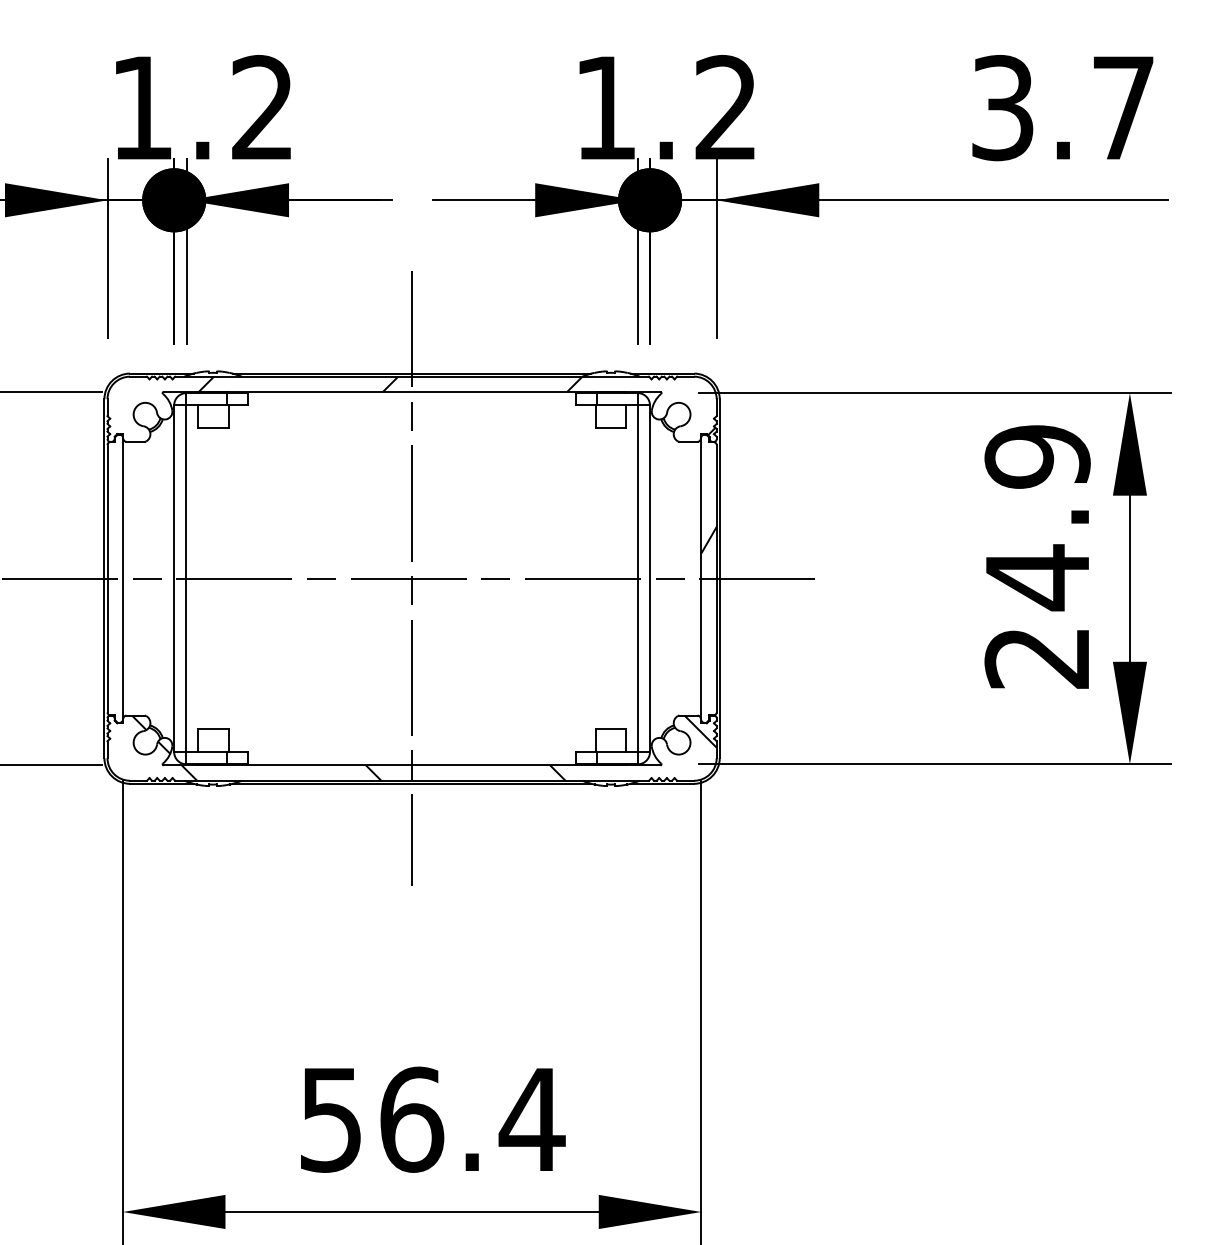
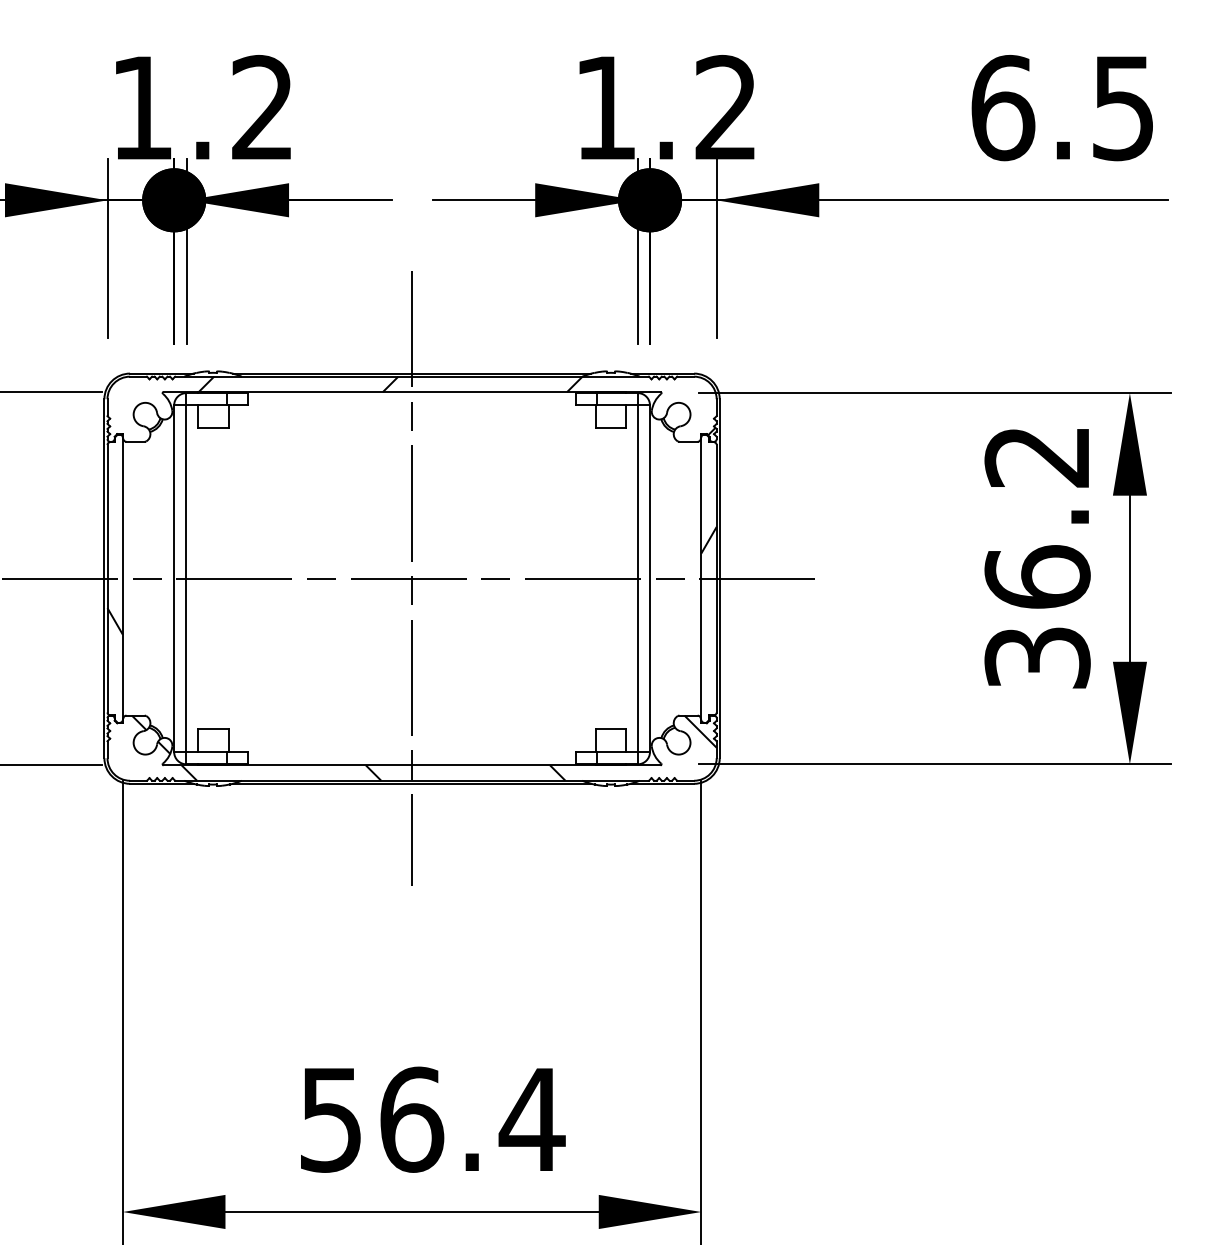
text at (1062, 107): 3.7 -> 6.5
text at (1037, 556): 24.9 -> 36.2
hatch at (114, 621): none -> present
